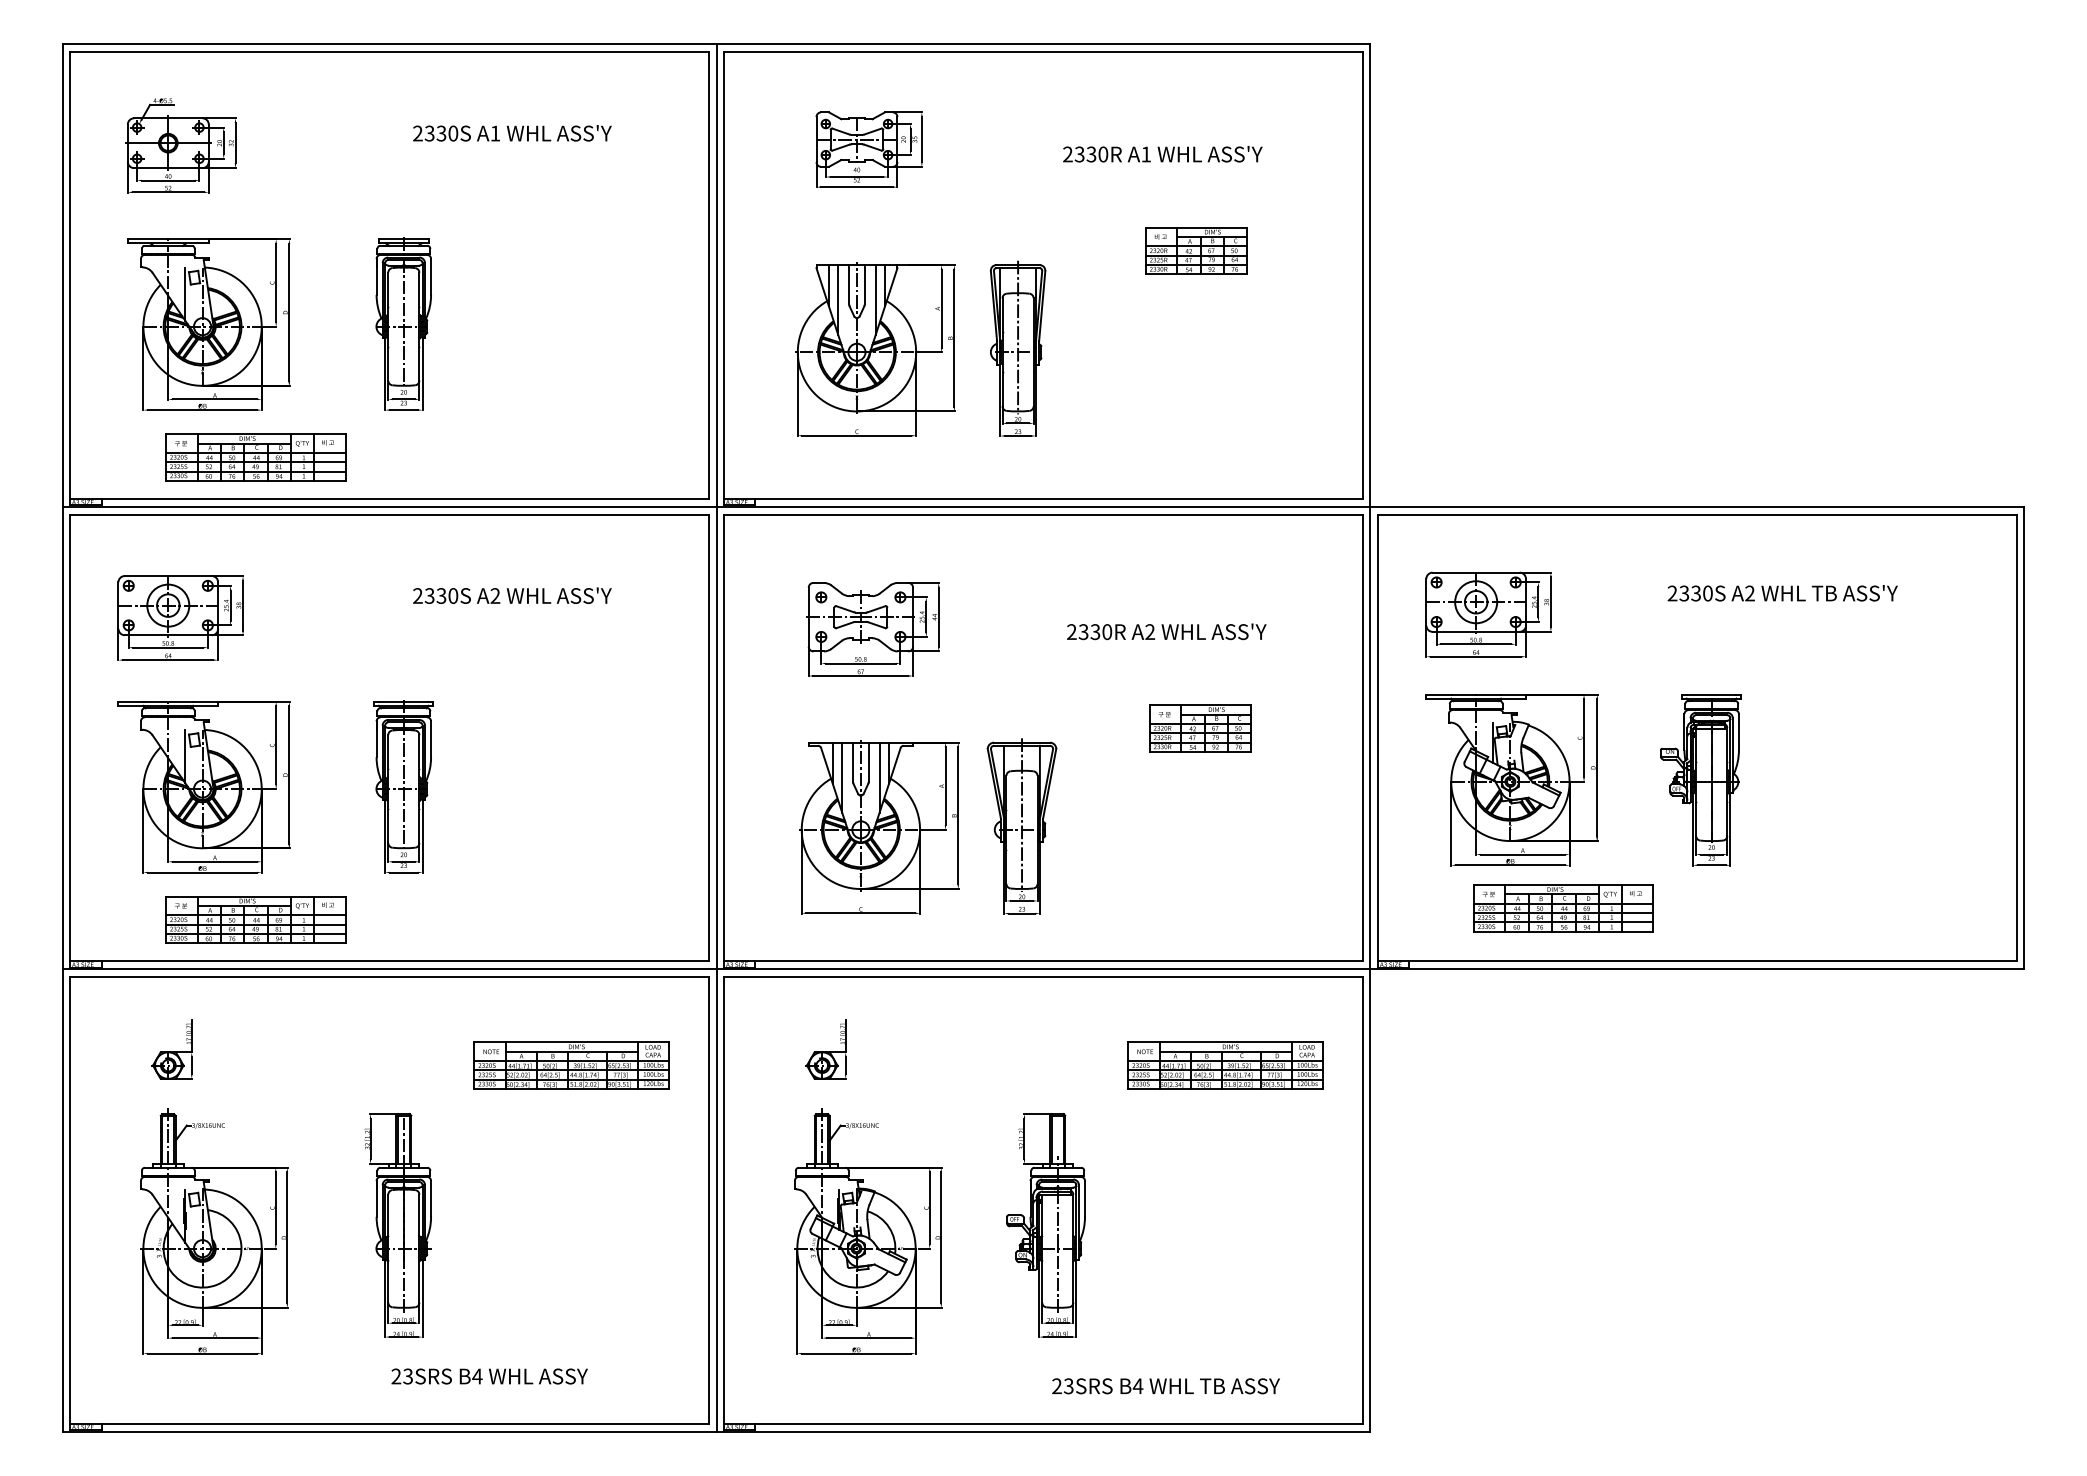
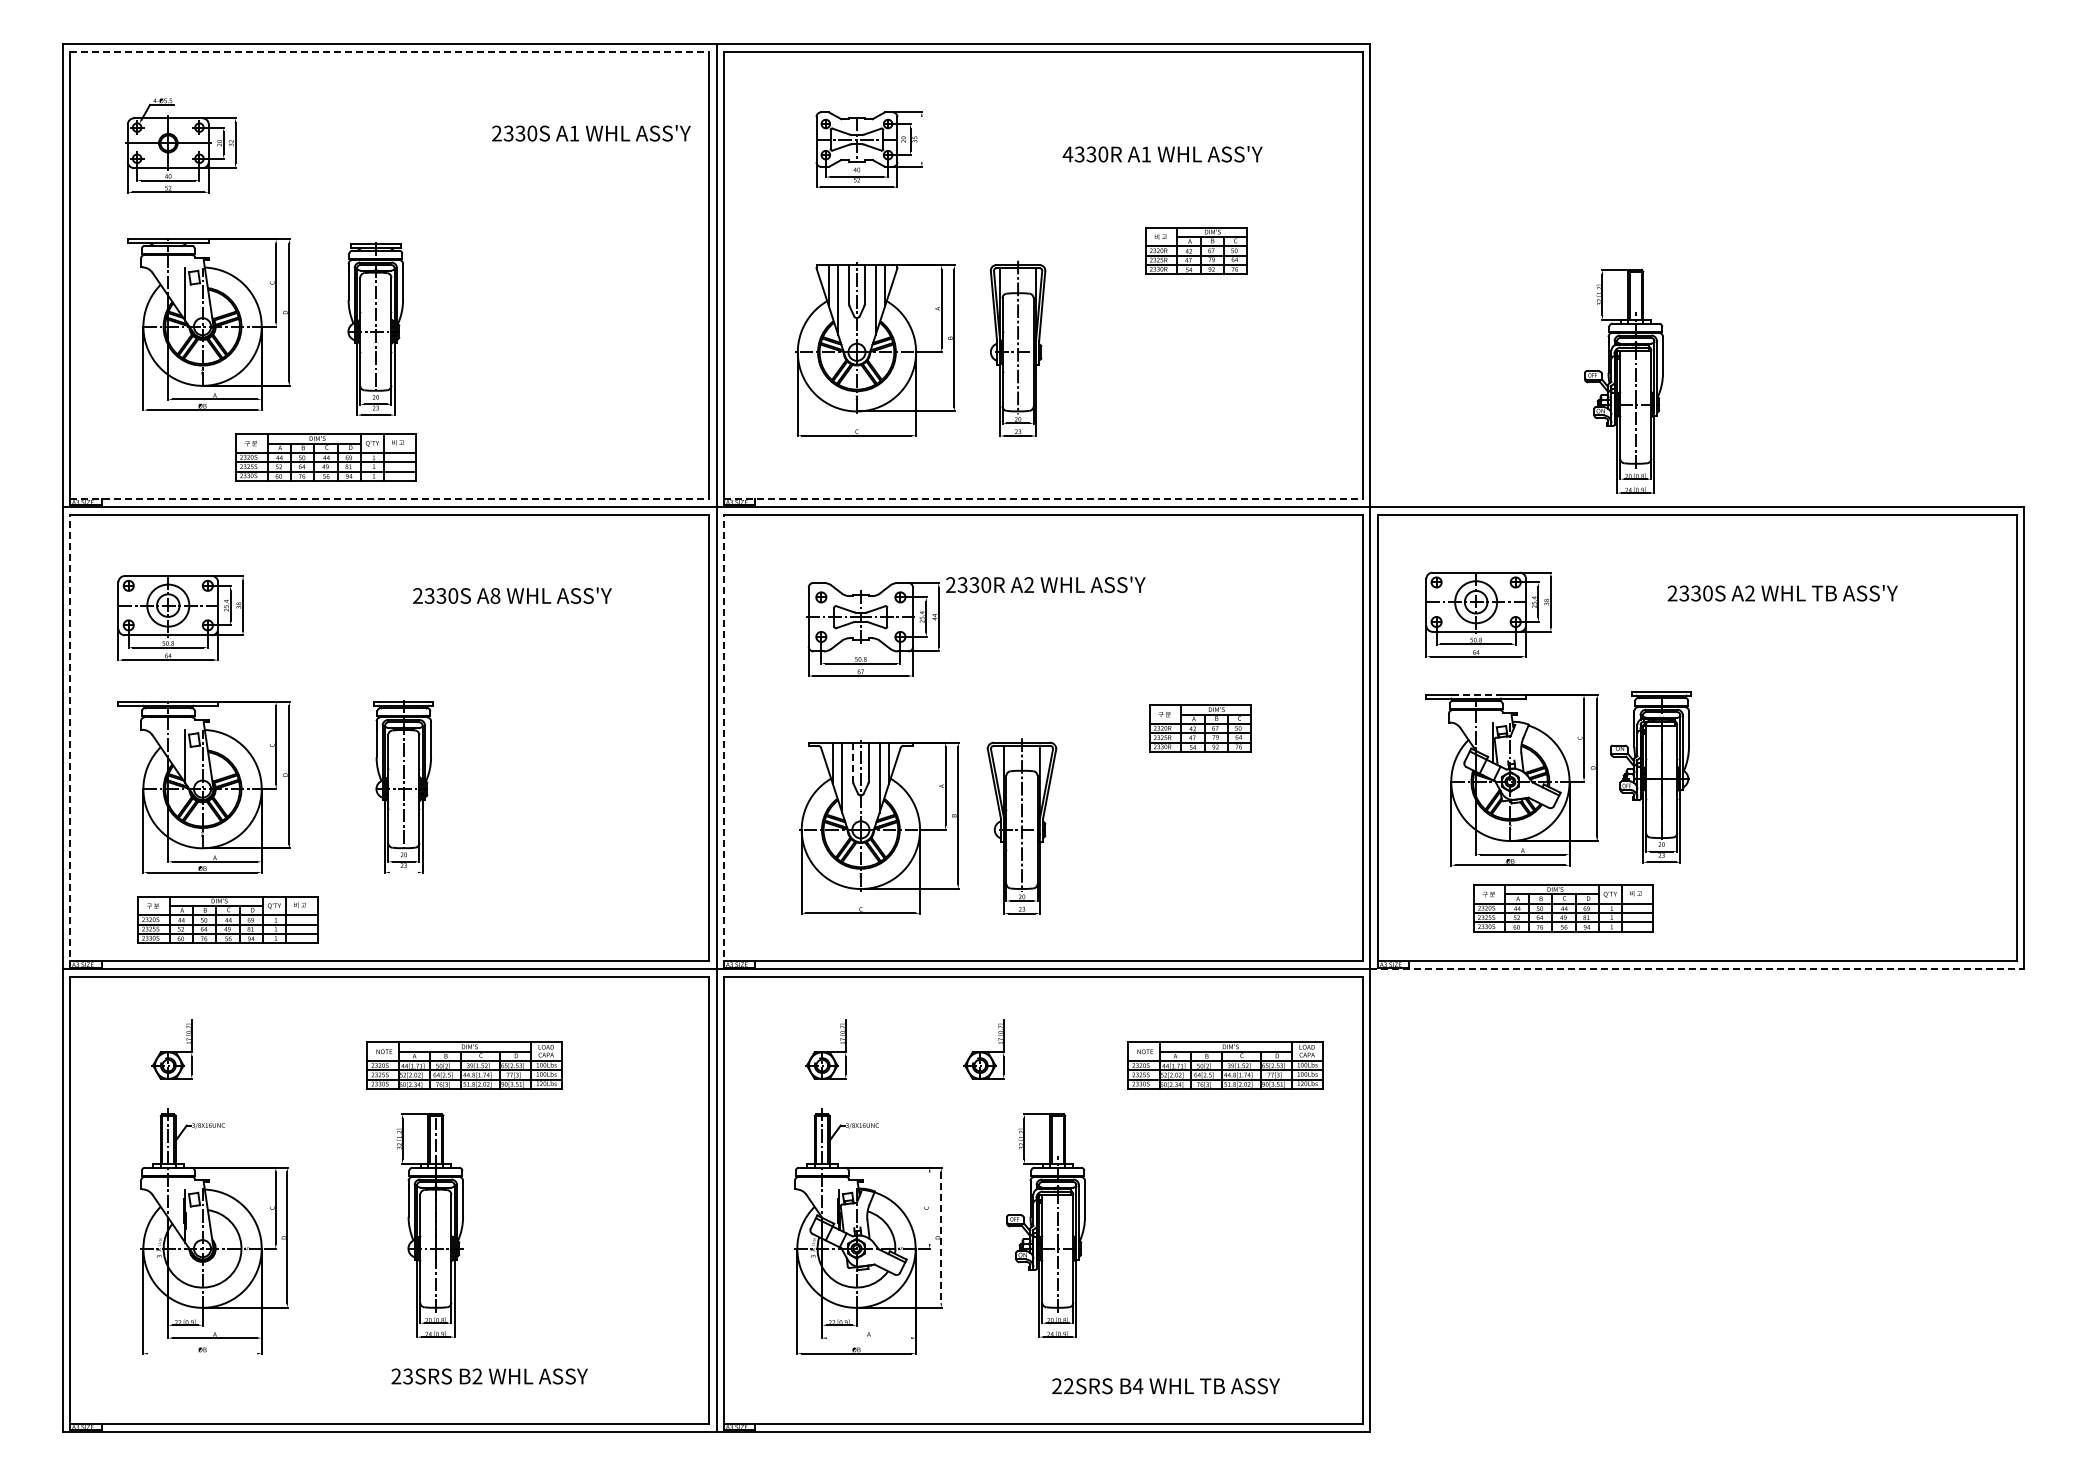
line at (390, 52): solid -> dashed
text at (512, 133) position: (512, 133) -> (591, 133)
line at (921, 139): present -> none
text at (1067, 154): 2330R -> 4330R
part at (403, 323) position: (403, 323) -> (375, 328)
part at (1623, 381): none -> present
part at (255, 457) position: (255, 457) -> (325, 457)
line at (390, 499): solid -> dashed
line at (1043, 499): solid -> dashed
text at (495, 595): A2 -> A8
text at (1166, 631) position: (1166, 631) -> (1045, 584)
line at (1476, 694): solid -> dashed
line at (70, 741): solid -> dashed
line at (724, 741): solid -> dashed
line at (853, 762): solid -> dashed
part at (1700, 780) position: (1700, 780) -> (1650, 777)
line at (403, 872): present -> none
part at (255, 919) position: (255, 919) -> (227, 919)
line at (1697, 969): solid -> dashed
part at (983, 1049): none -> present
part at (571, 1065) position: (571, 1065) -> (464, 1065)
line at (929, 1208): present -> none
part at (397, 1225) position: (397, 1225) -> (429, 1225)
line at (941, 1238): solid -> dashed
line at (868, 1338): present -> none
line at (202, 1353): present -> none
text at (477, 1376): B4 -> B2
text at (1068, 1386): 23SRS -> 22SRS
